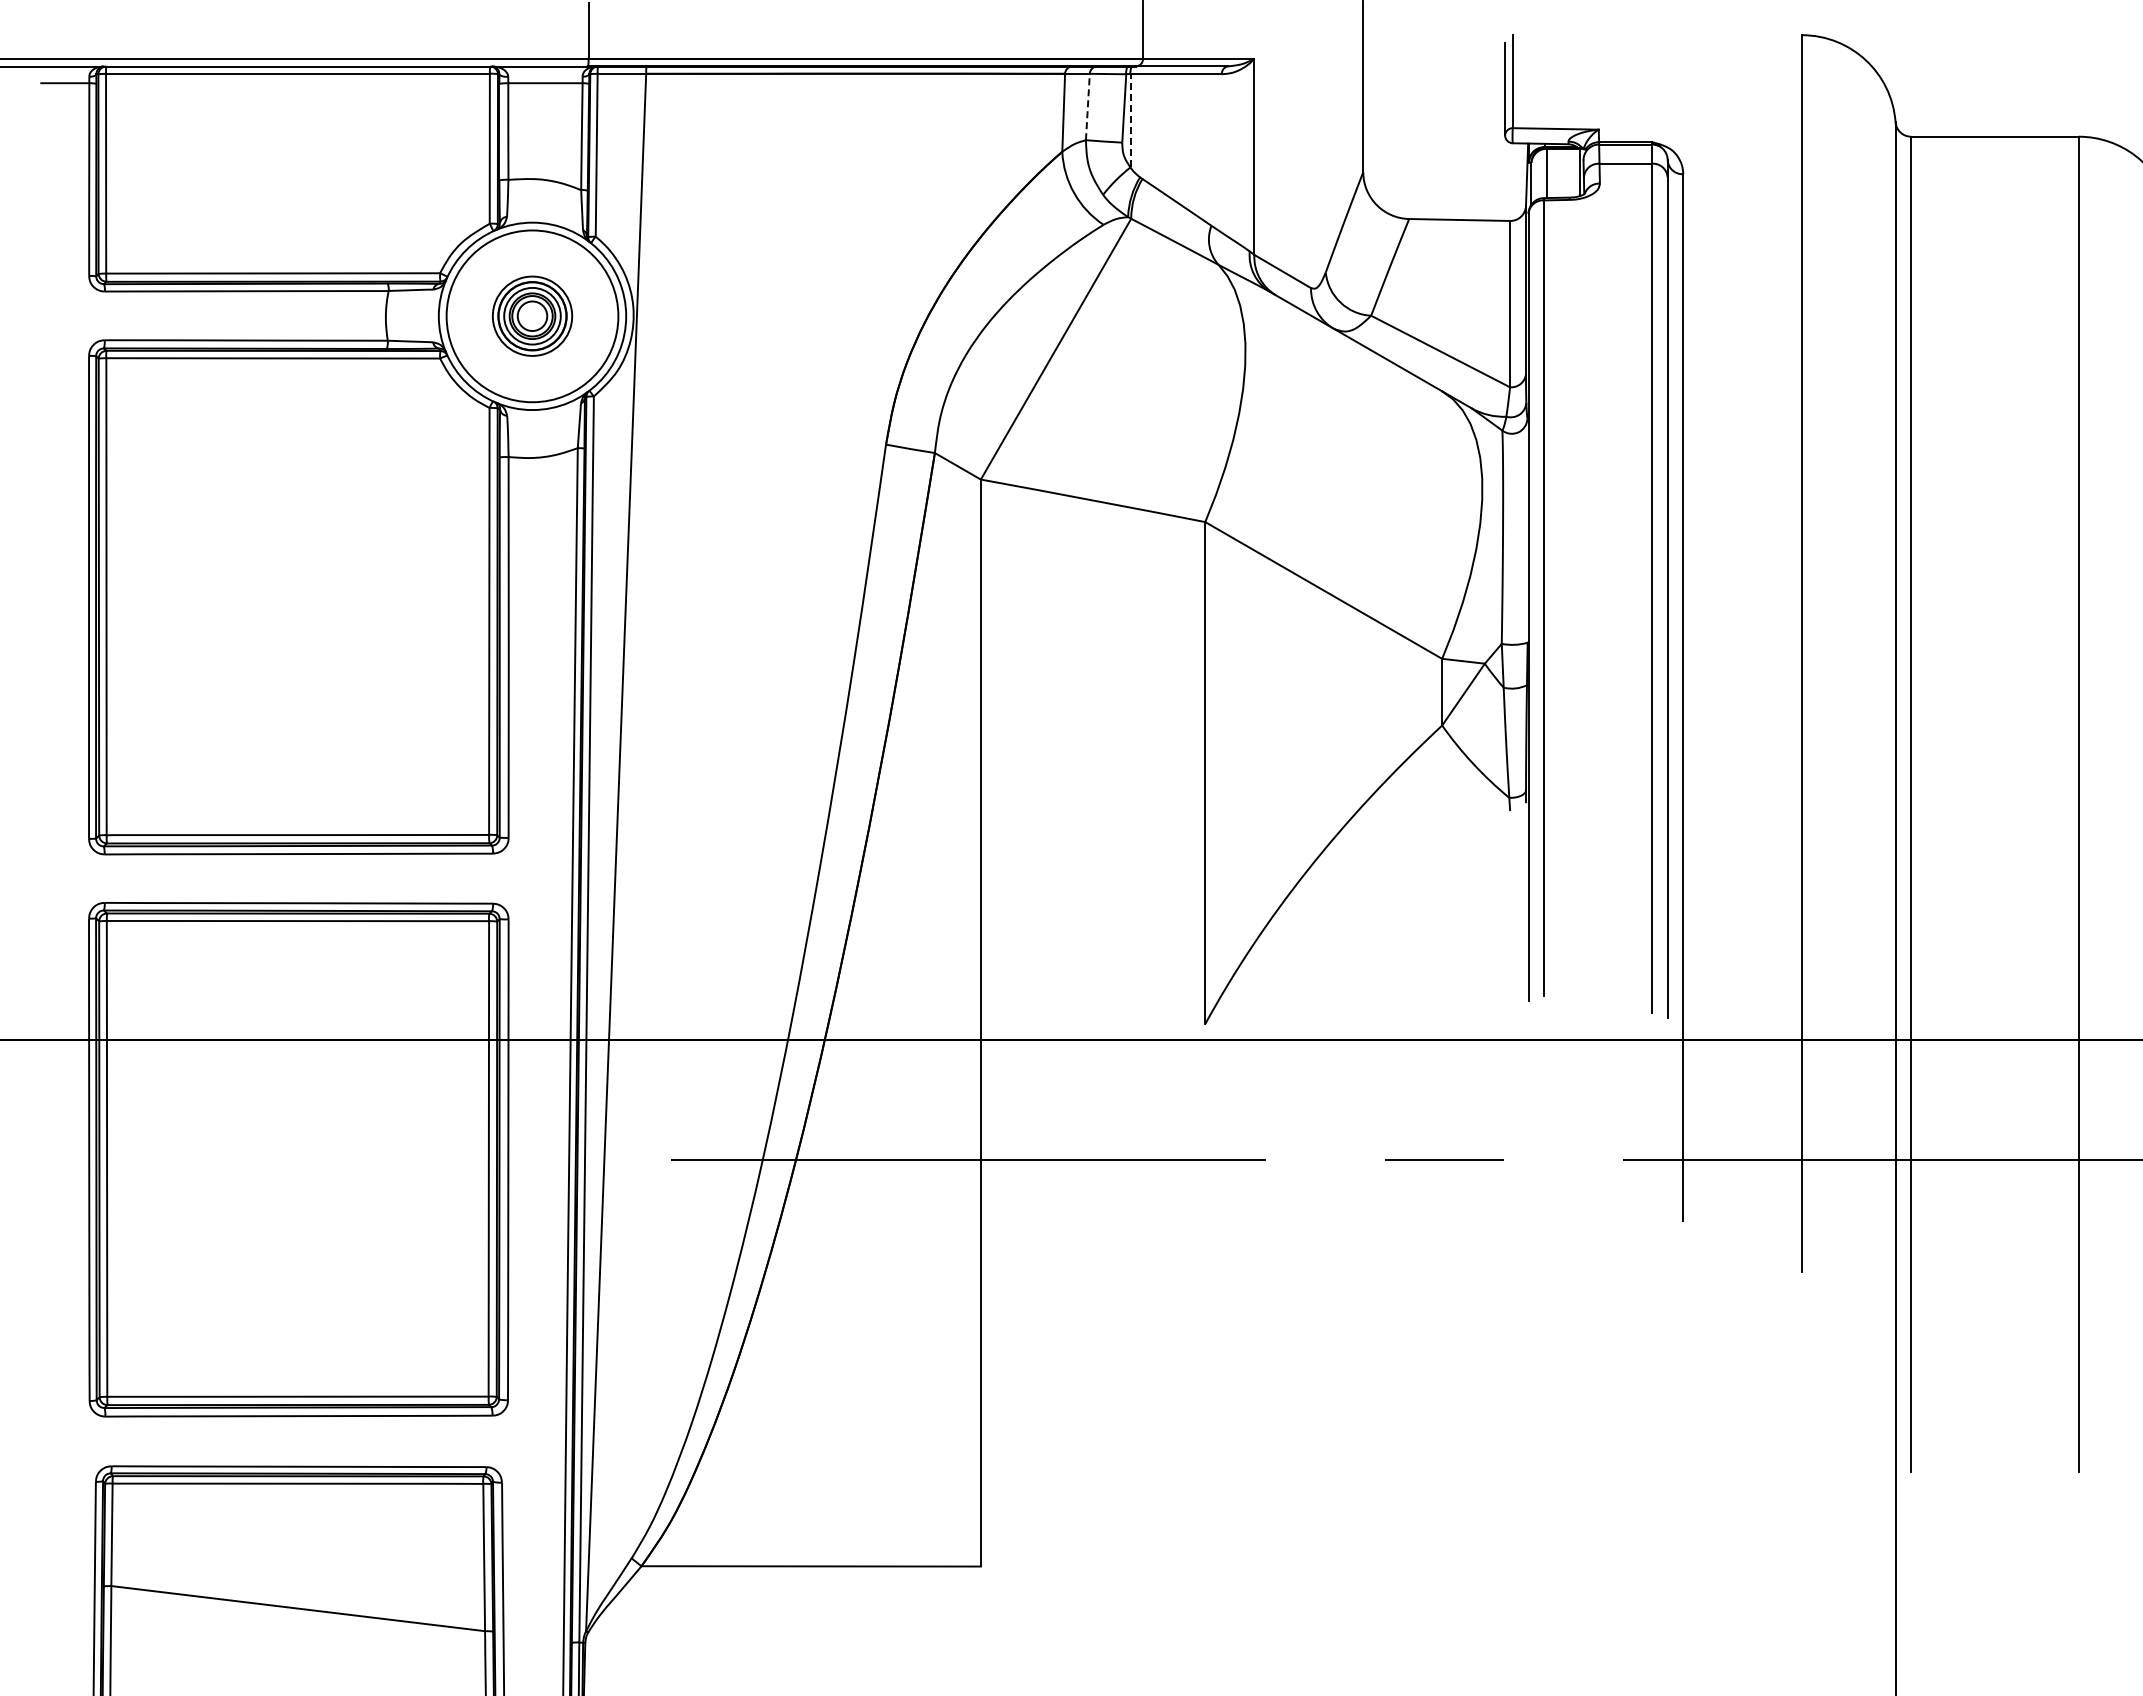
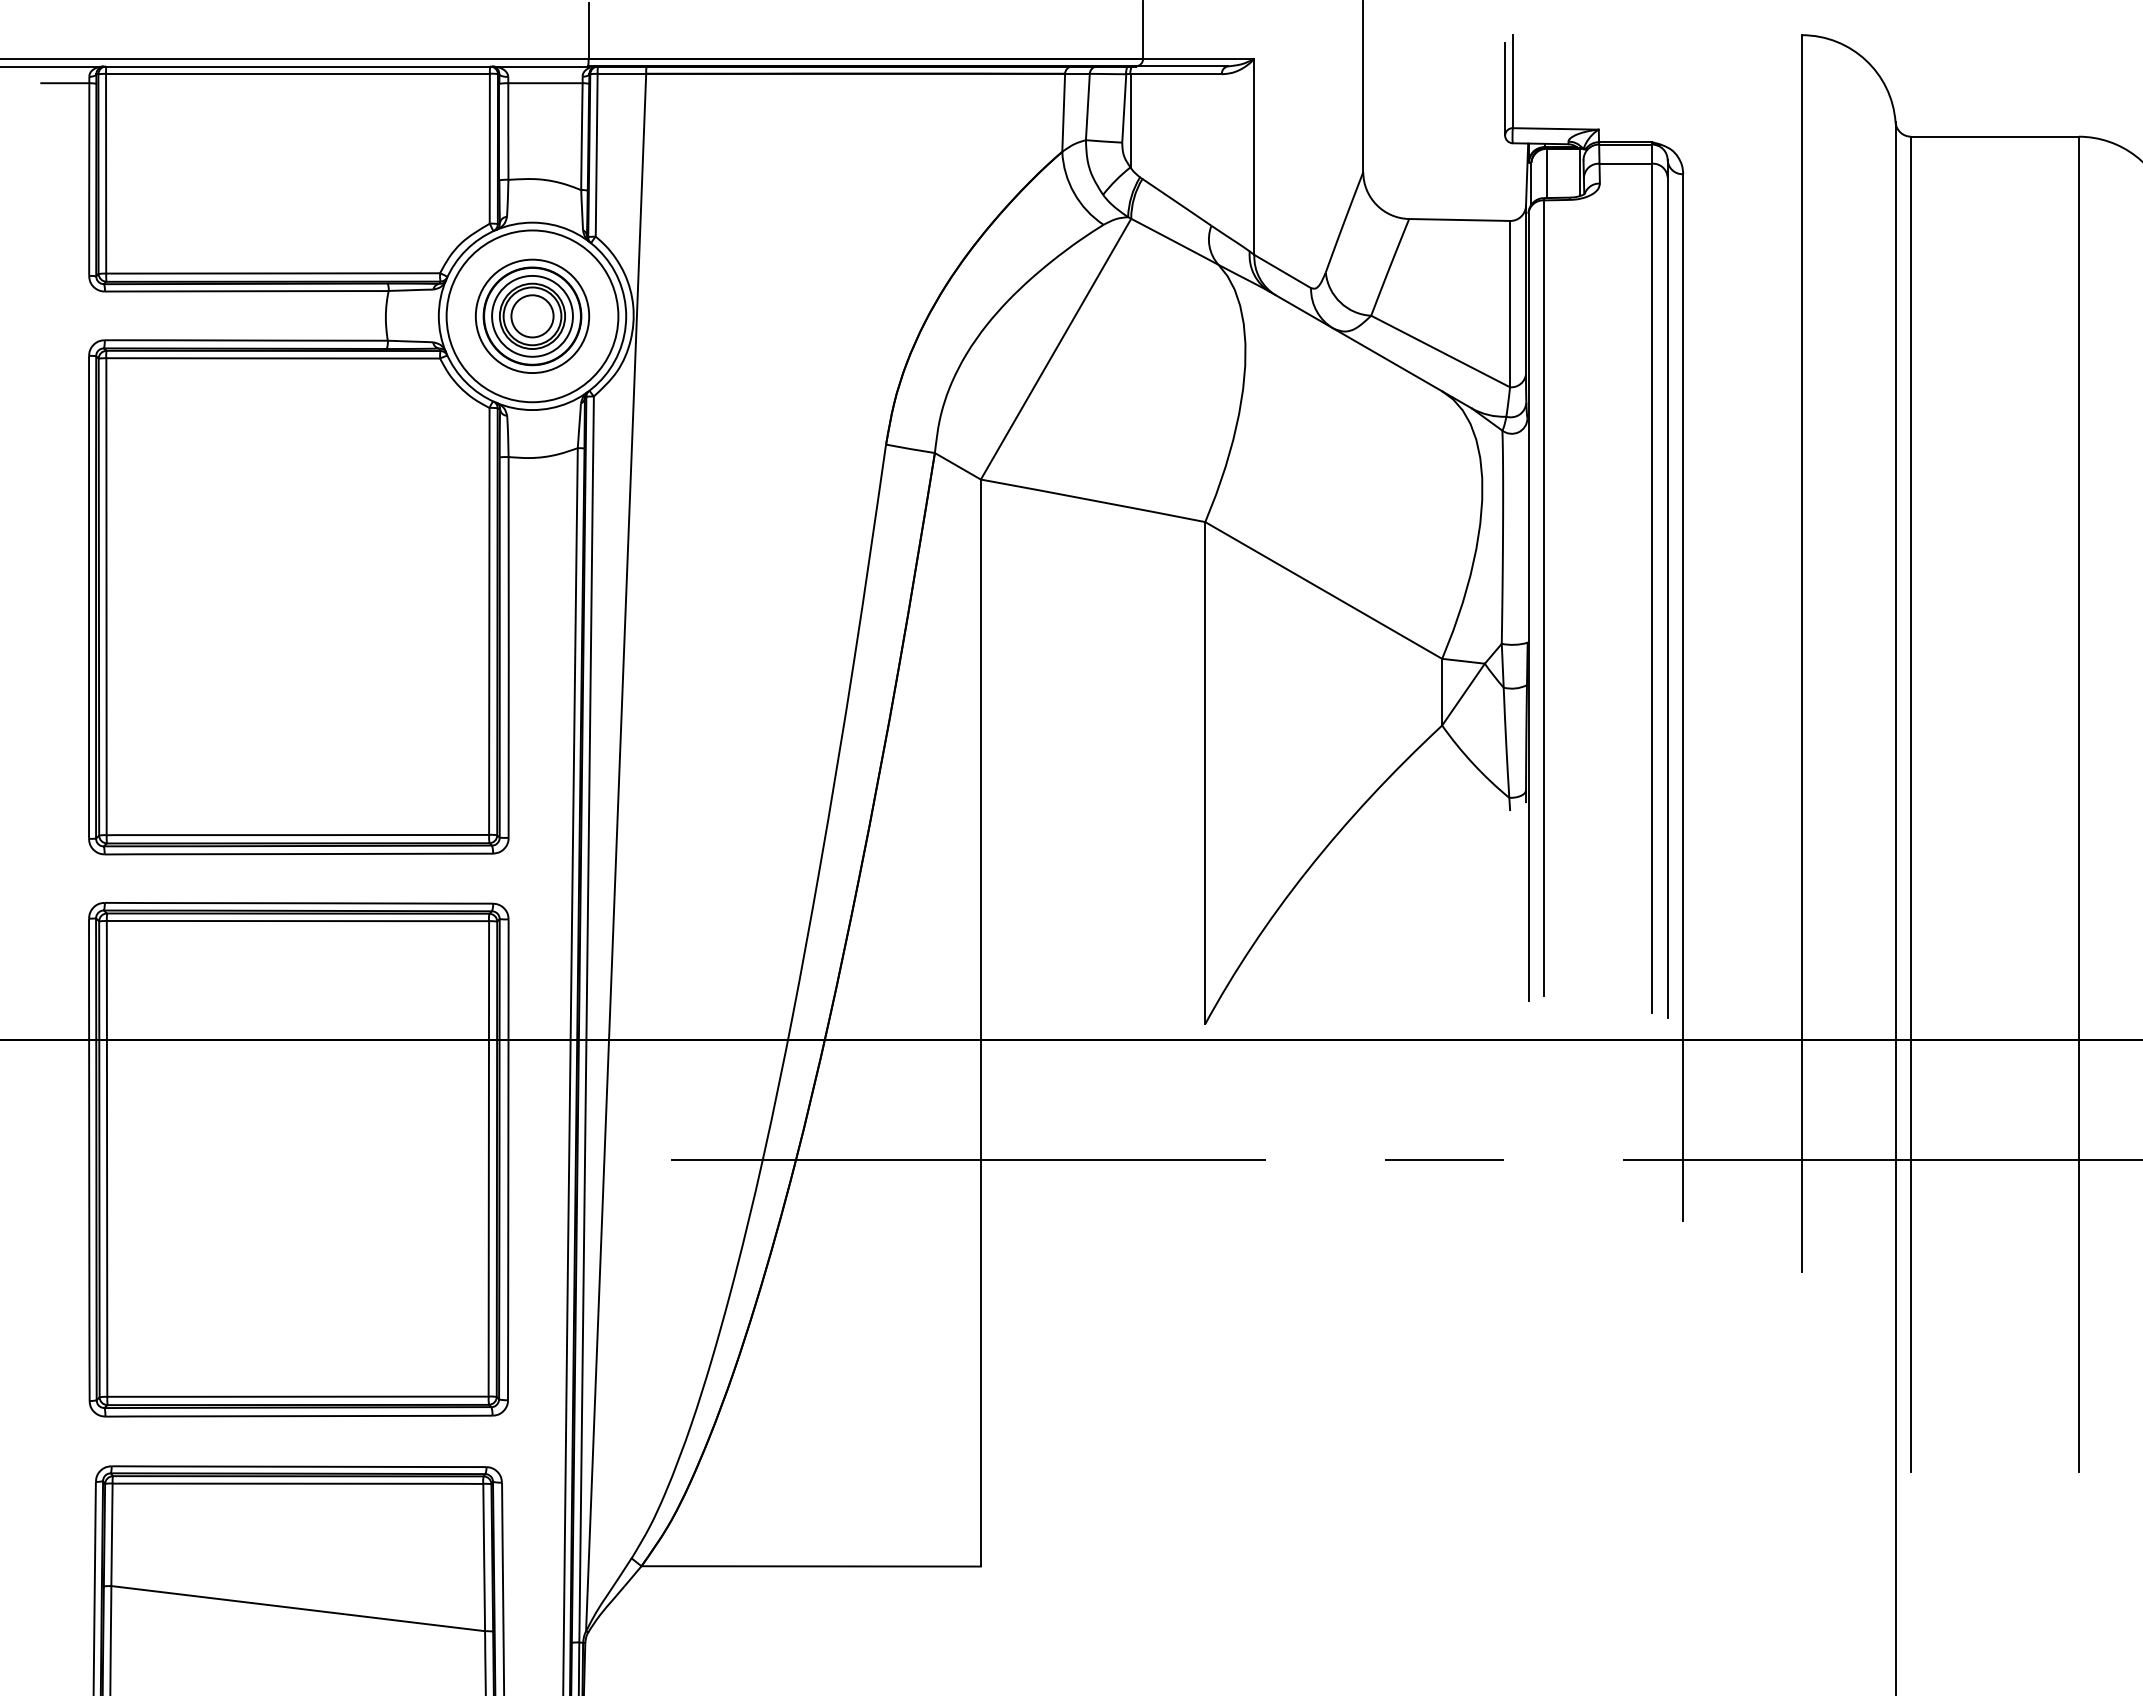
line at (1087, 106): dashed -> solid
line at (1130, 120): dashed -> solid
part at (532, 315) size: 83x82 px -> 117x116 px
